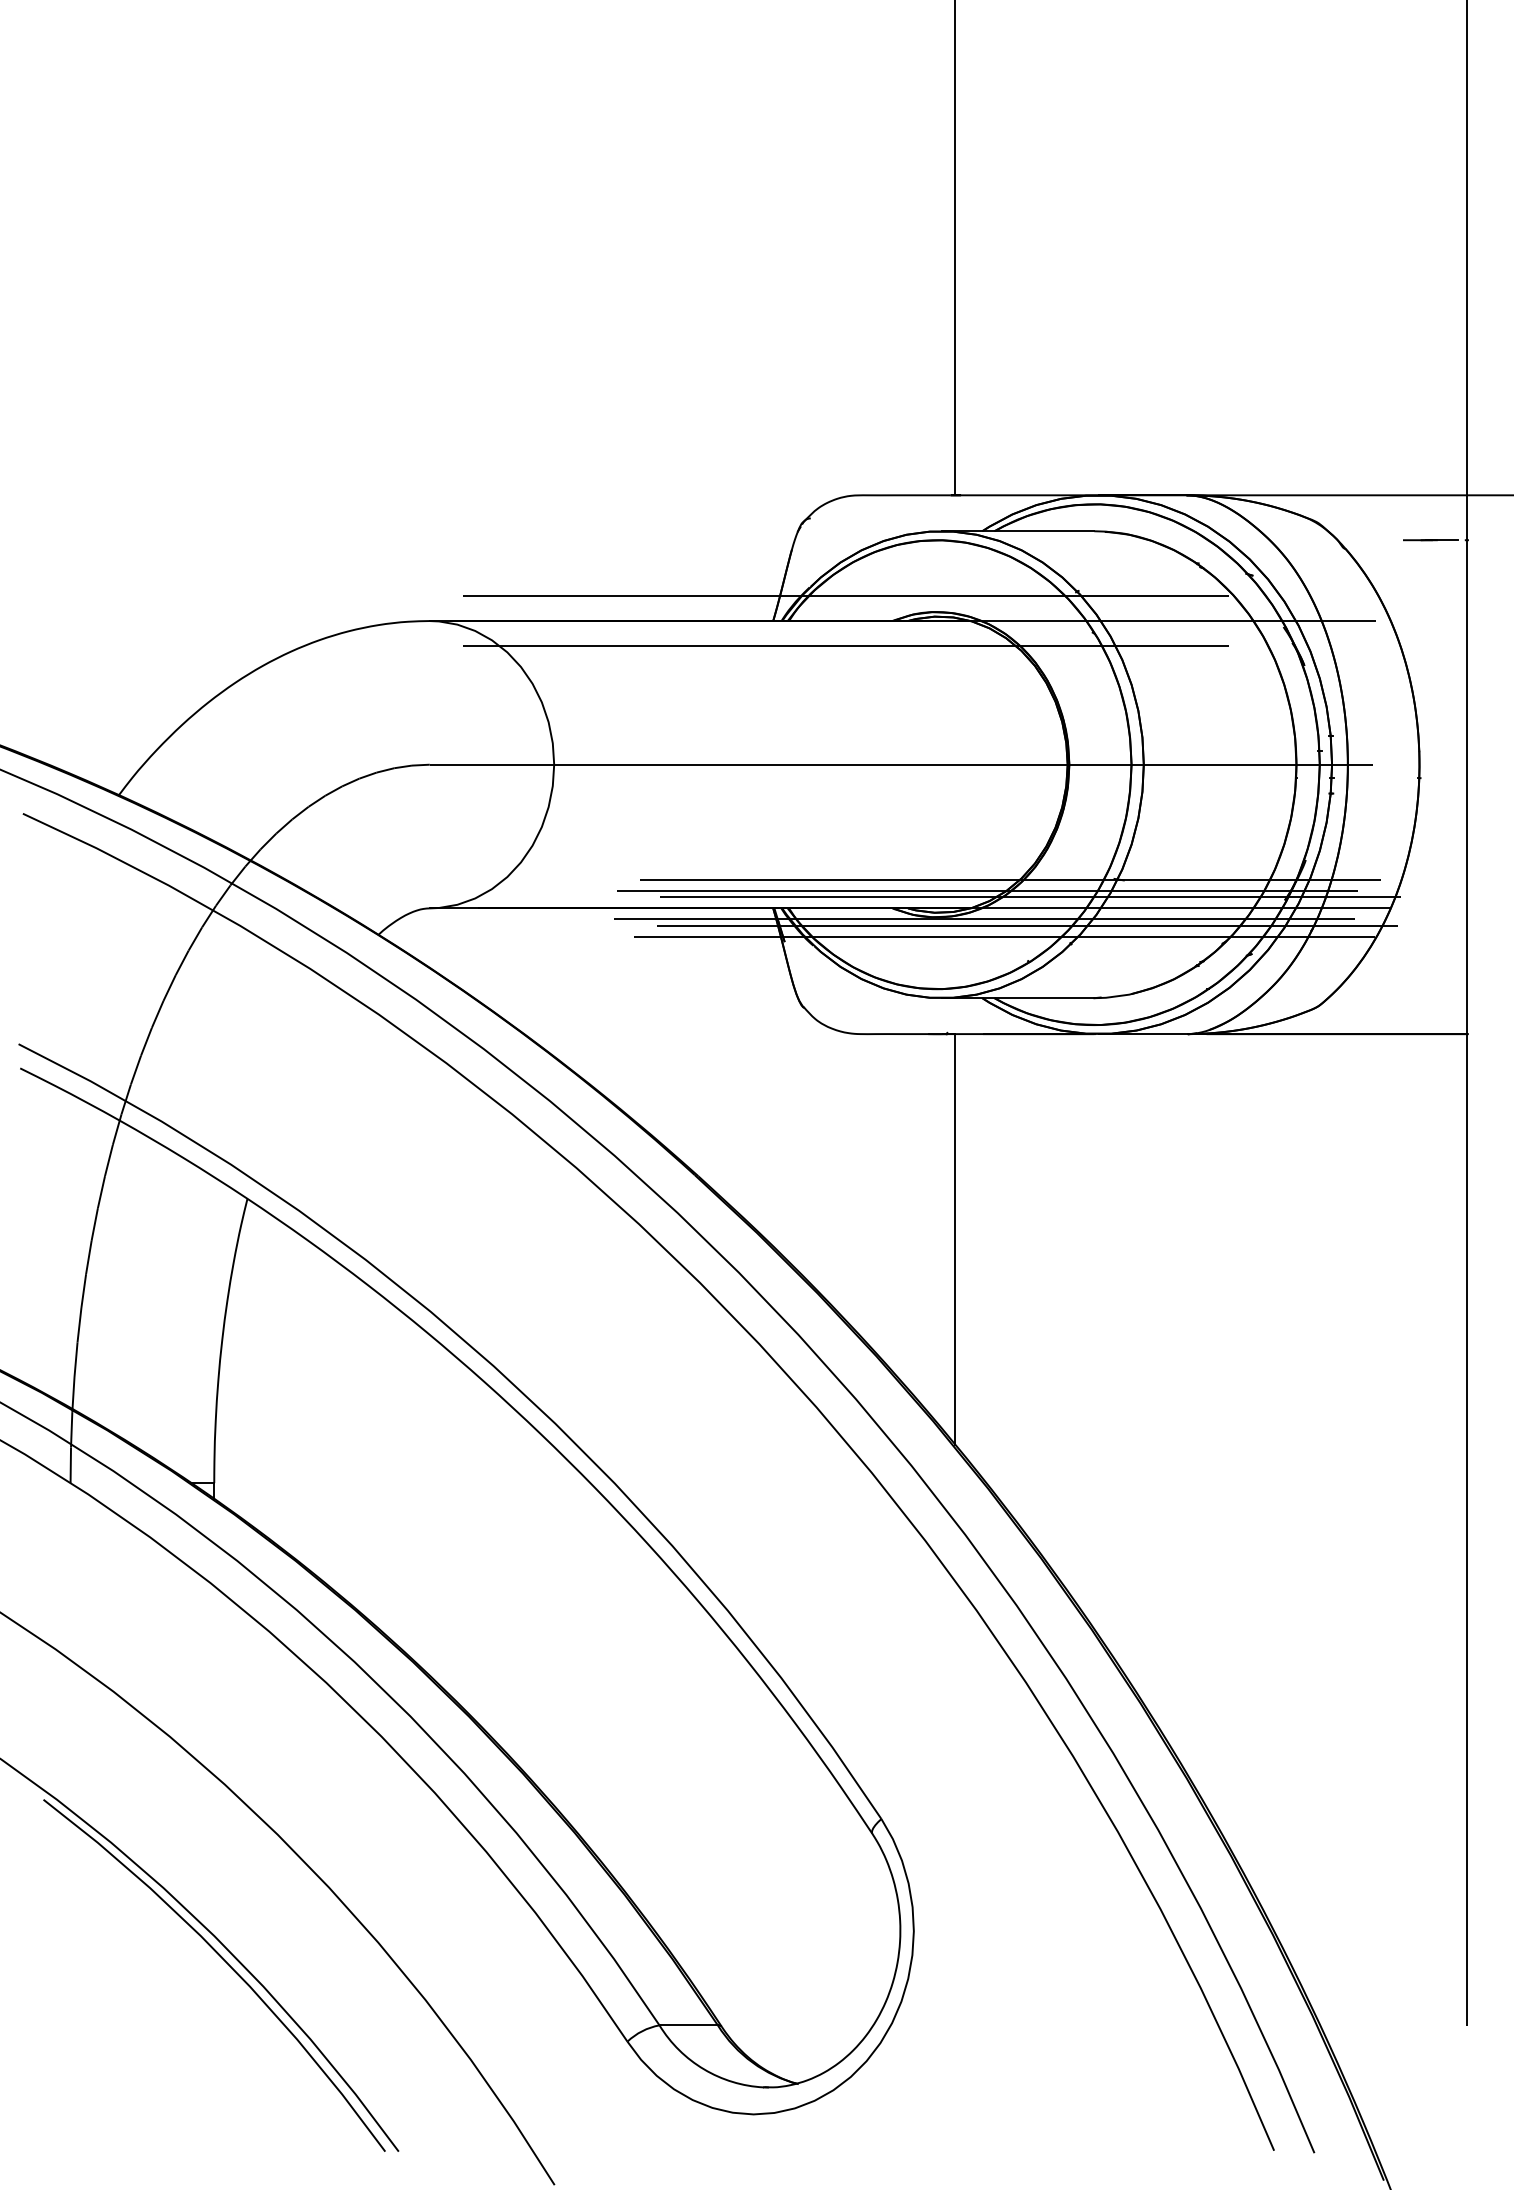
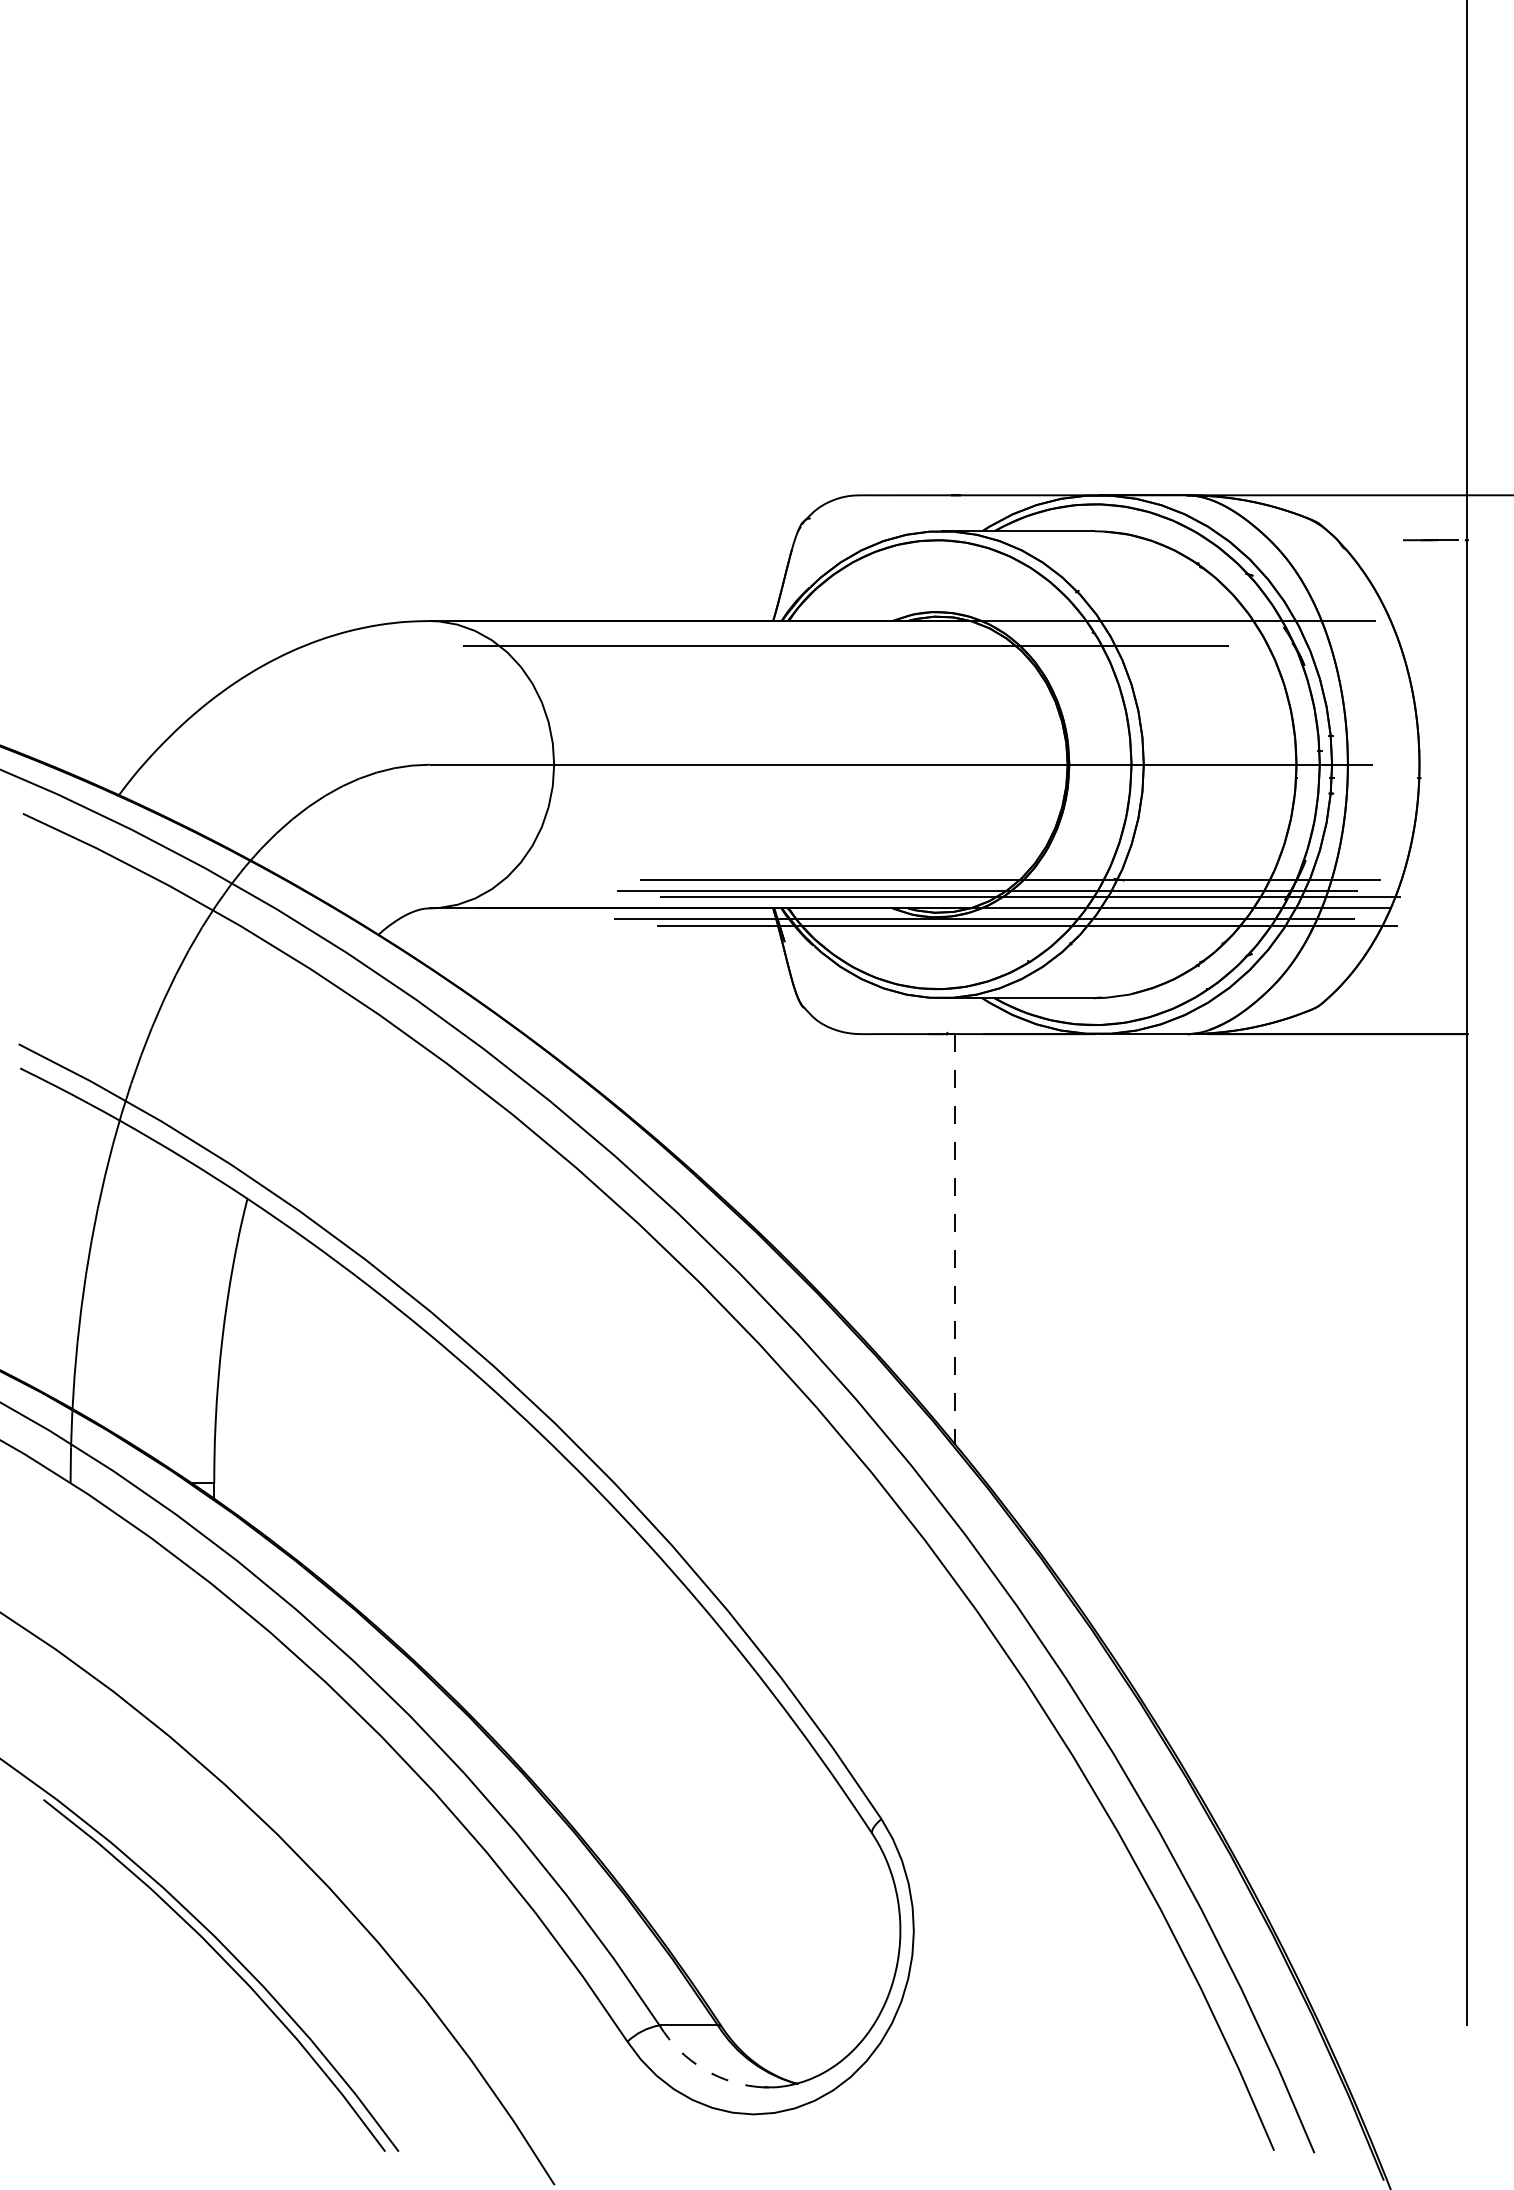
line at (955, 248): present -> none
line at (845, 596): present -> none
line at (1003, 936): present -> none
line at (955, 1240): solid -> dashed
arc at (704, 2069): solid -> dashed
